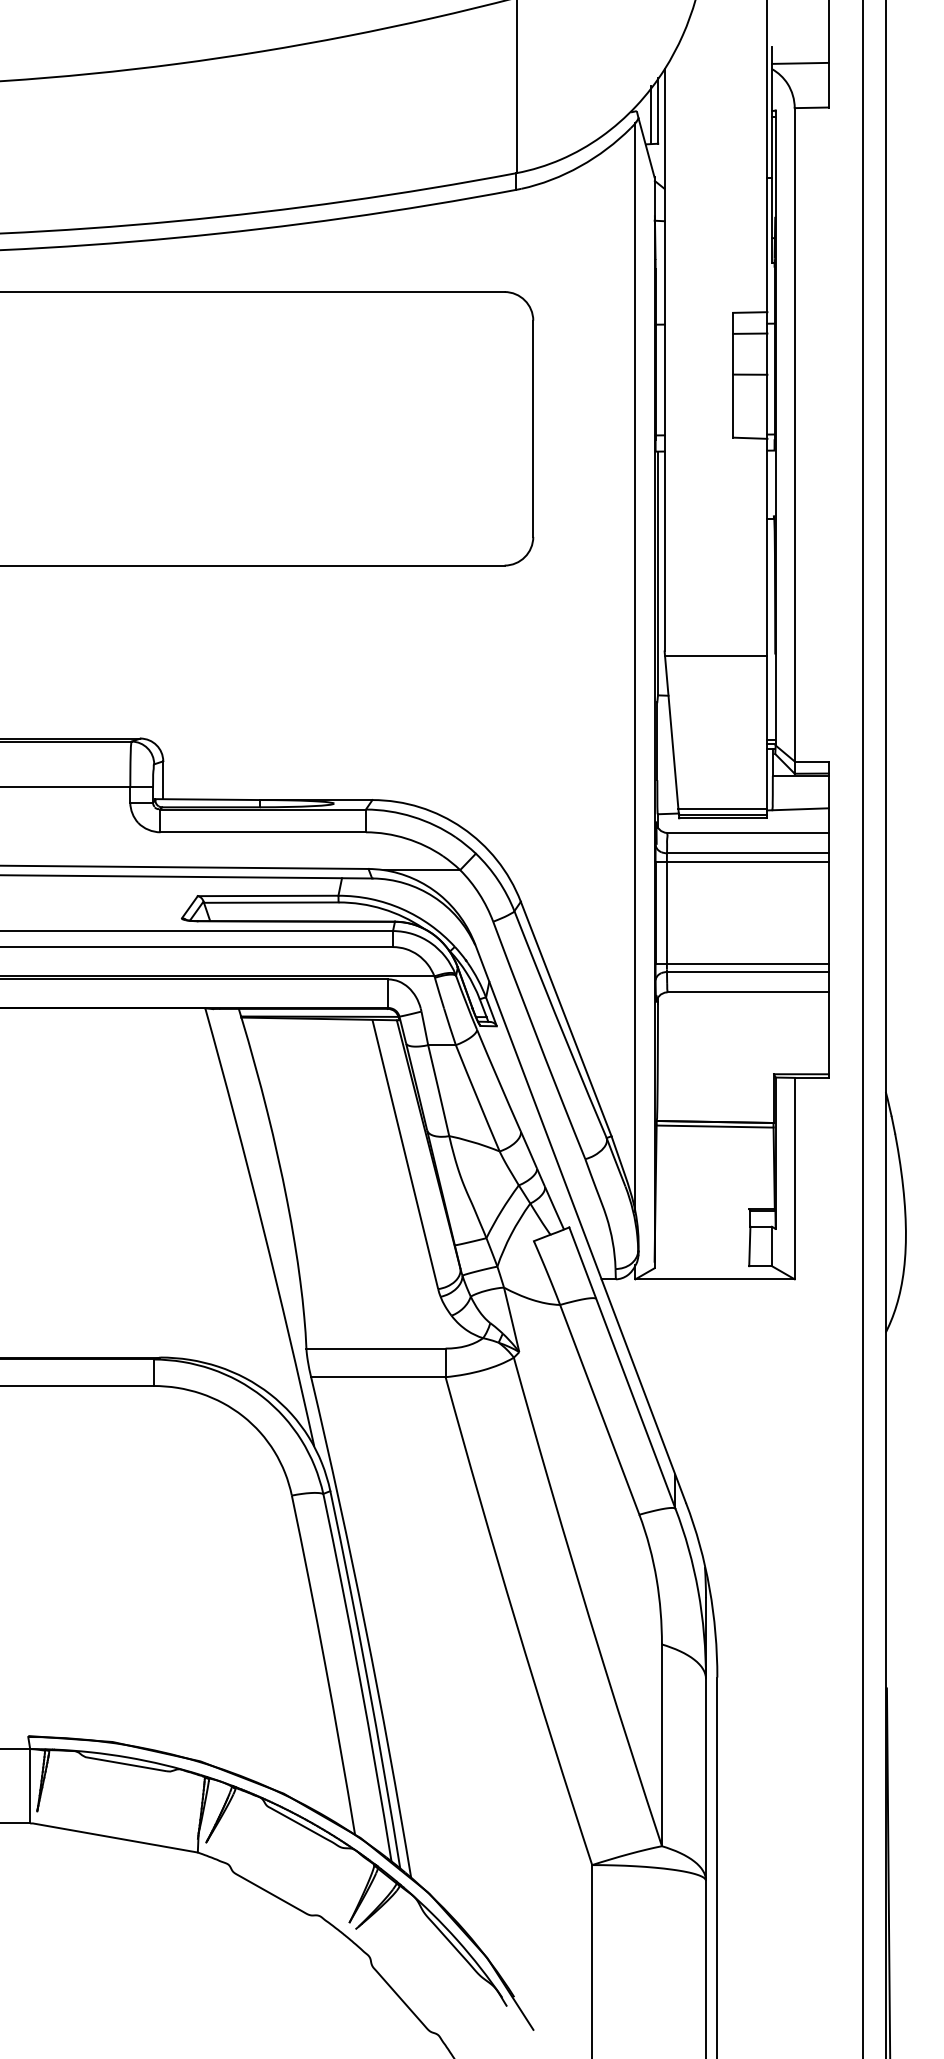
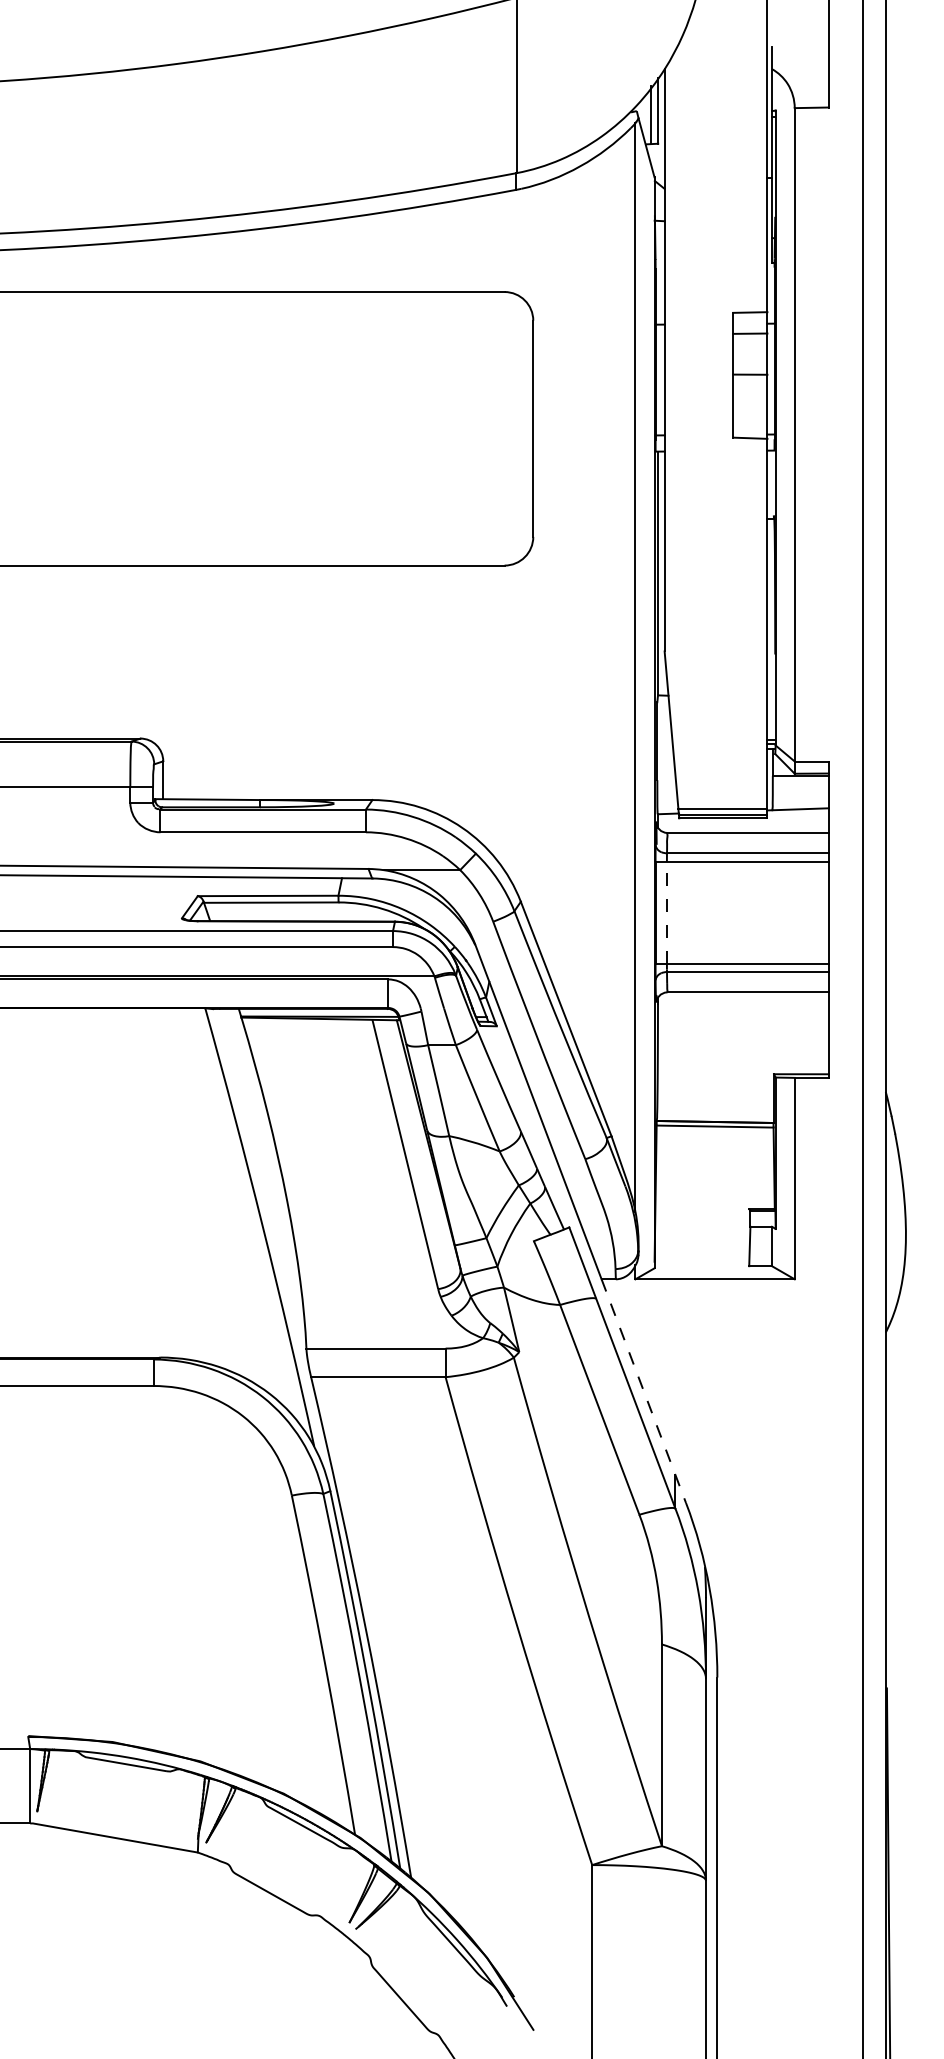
line at (799, 62): present -> none
line at (716, 656): present -> none
line at (666, 912): solid -> dashed
line at (643, 1391): solid -> dashed
